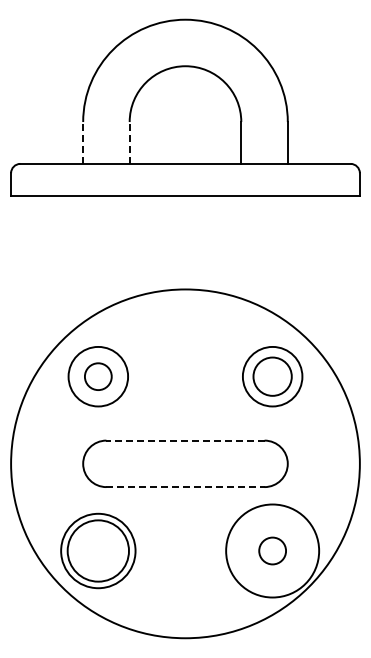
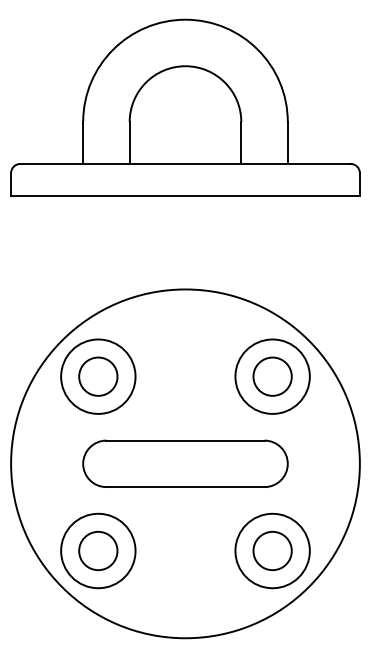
line at (83, 142): dashed -> solid
line at (129, 142): dashed -> solid
circle at (97, 376) diameter: 27 px -> 38 px
circle at (98, 376) diameter: 60 px -> 74 px
circle at (272, 376) diameter: 60 px -> 74 px
line at (185, 440): dashed -> solid
line at (185, 487): dashed -> solid
circle at (98, 550) diameter: 61 px -> 38 px
circle at (272, 550) diameter: 27 px -> 38 px
circle at (272, 550) diameter: 93 px -> 74 px
